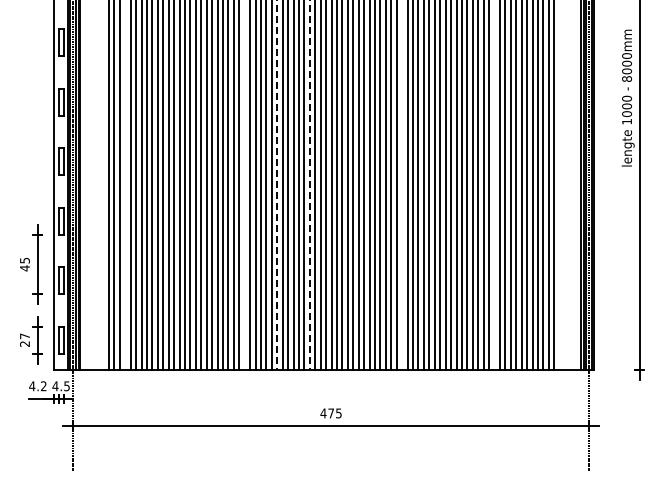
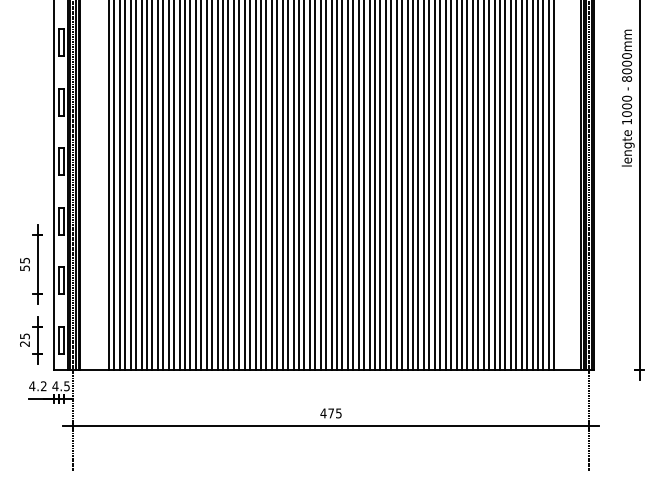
line at (277, 185): dashed -> solid
line at (309, 185): dashed -> solid
line at (125, 186): none -> present
line at (244, 186): none -> present
line at (402, 186): none -> present
line at (494, 186): none -> present
text at (24, 268): 45 -> 55
text at (24, 336): 27 -> 25
